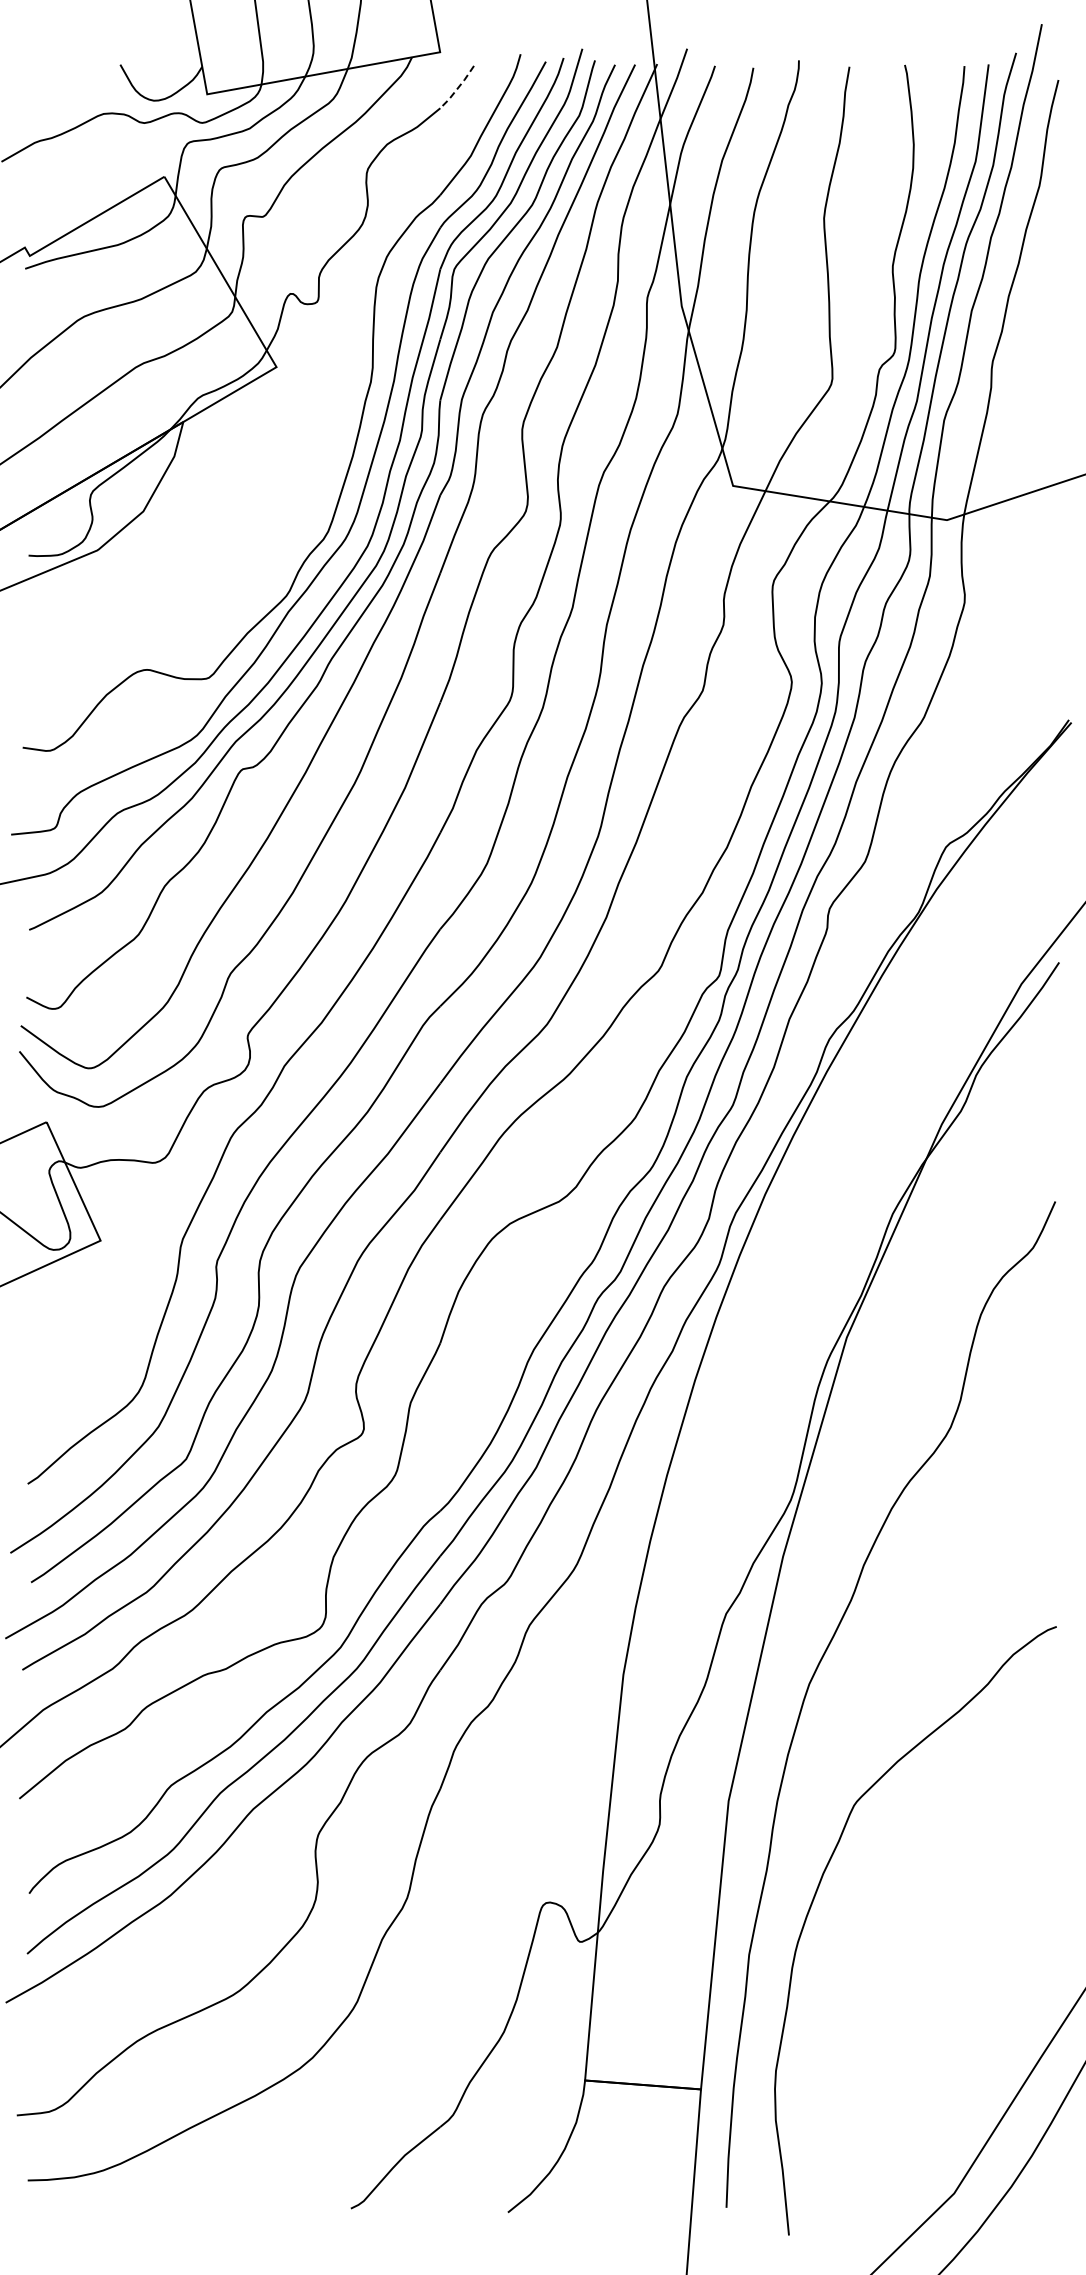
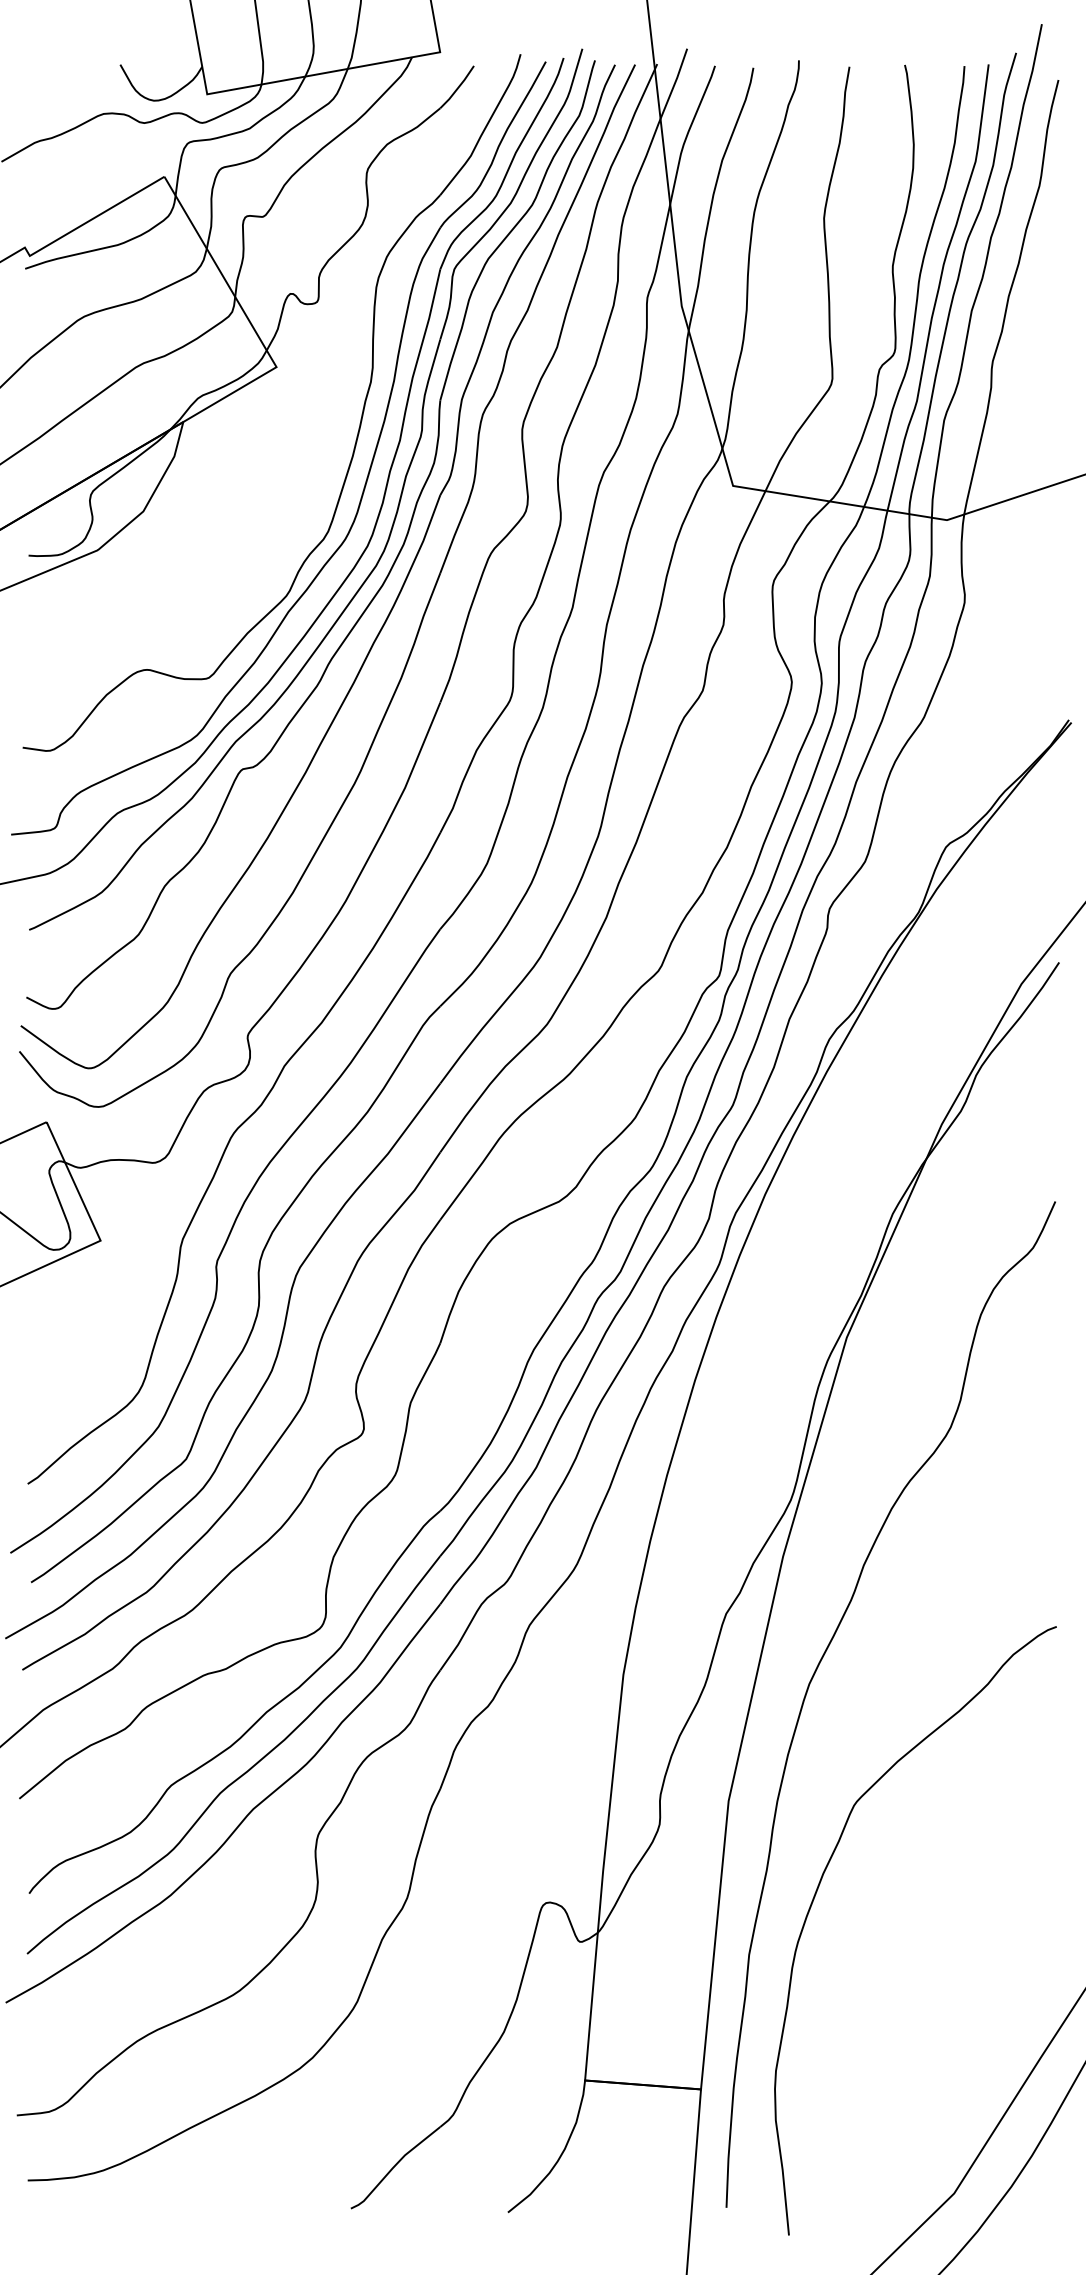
line at (457, 88): dashed -> solid
